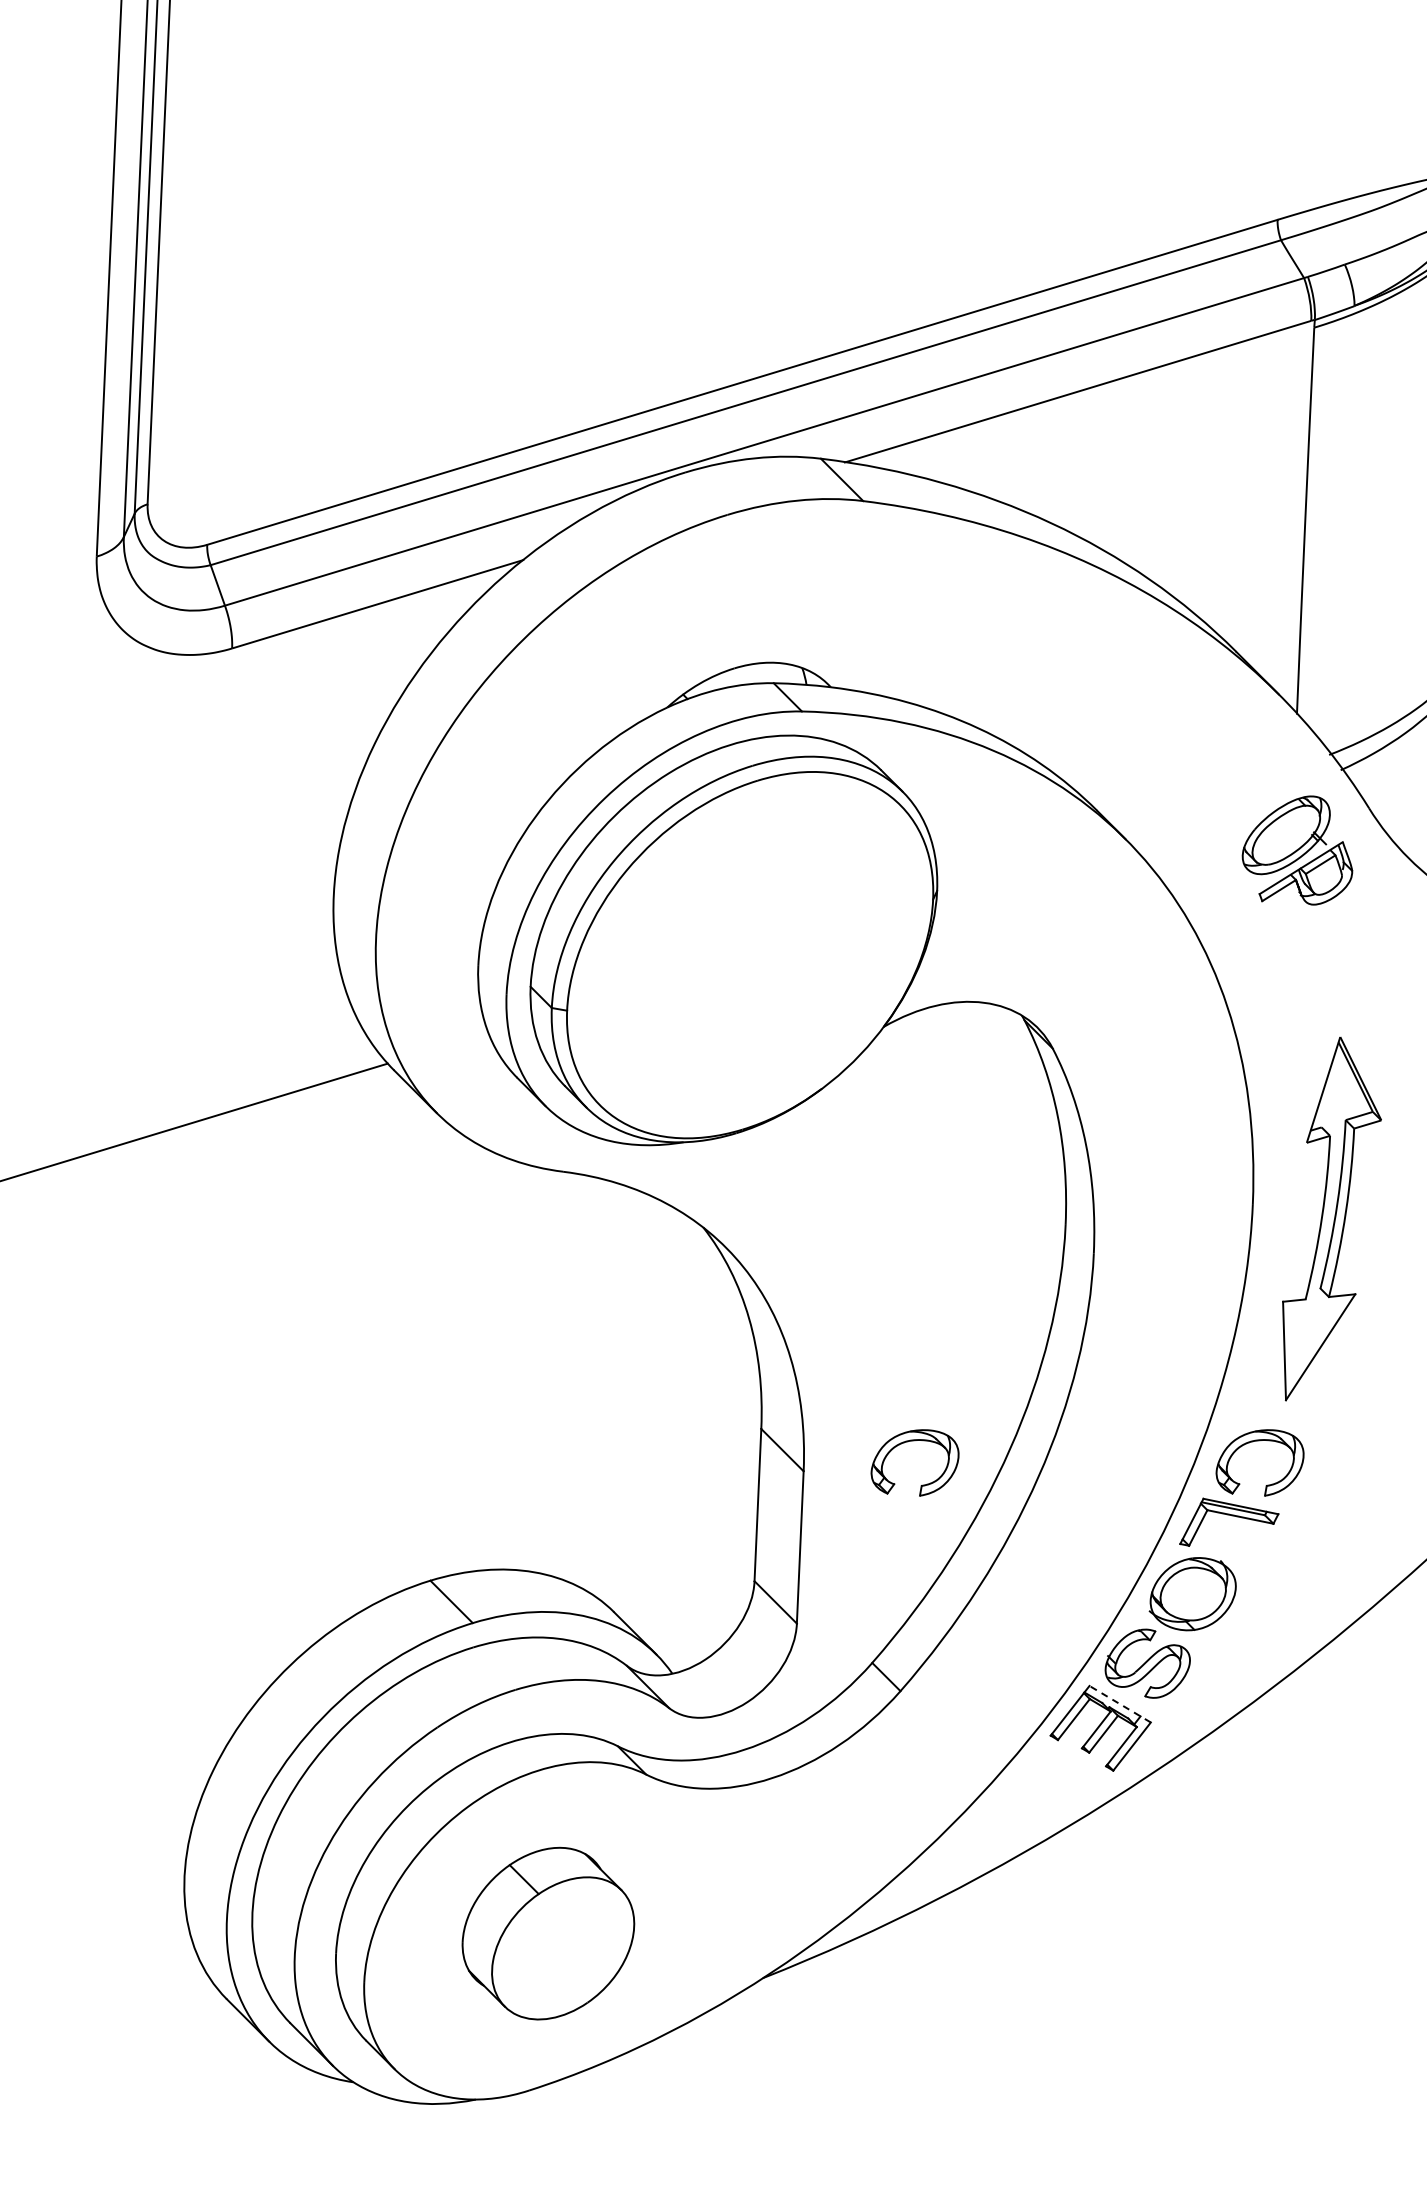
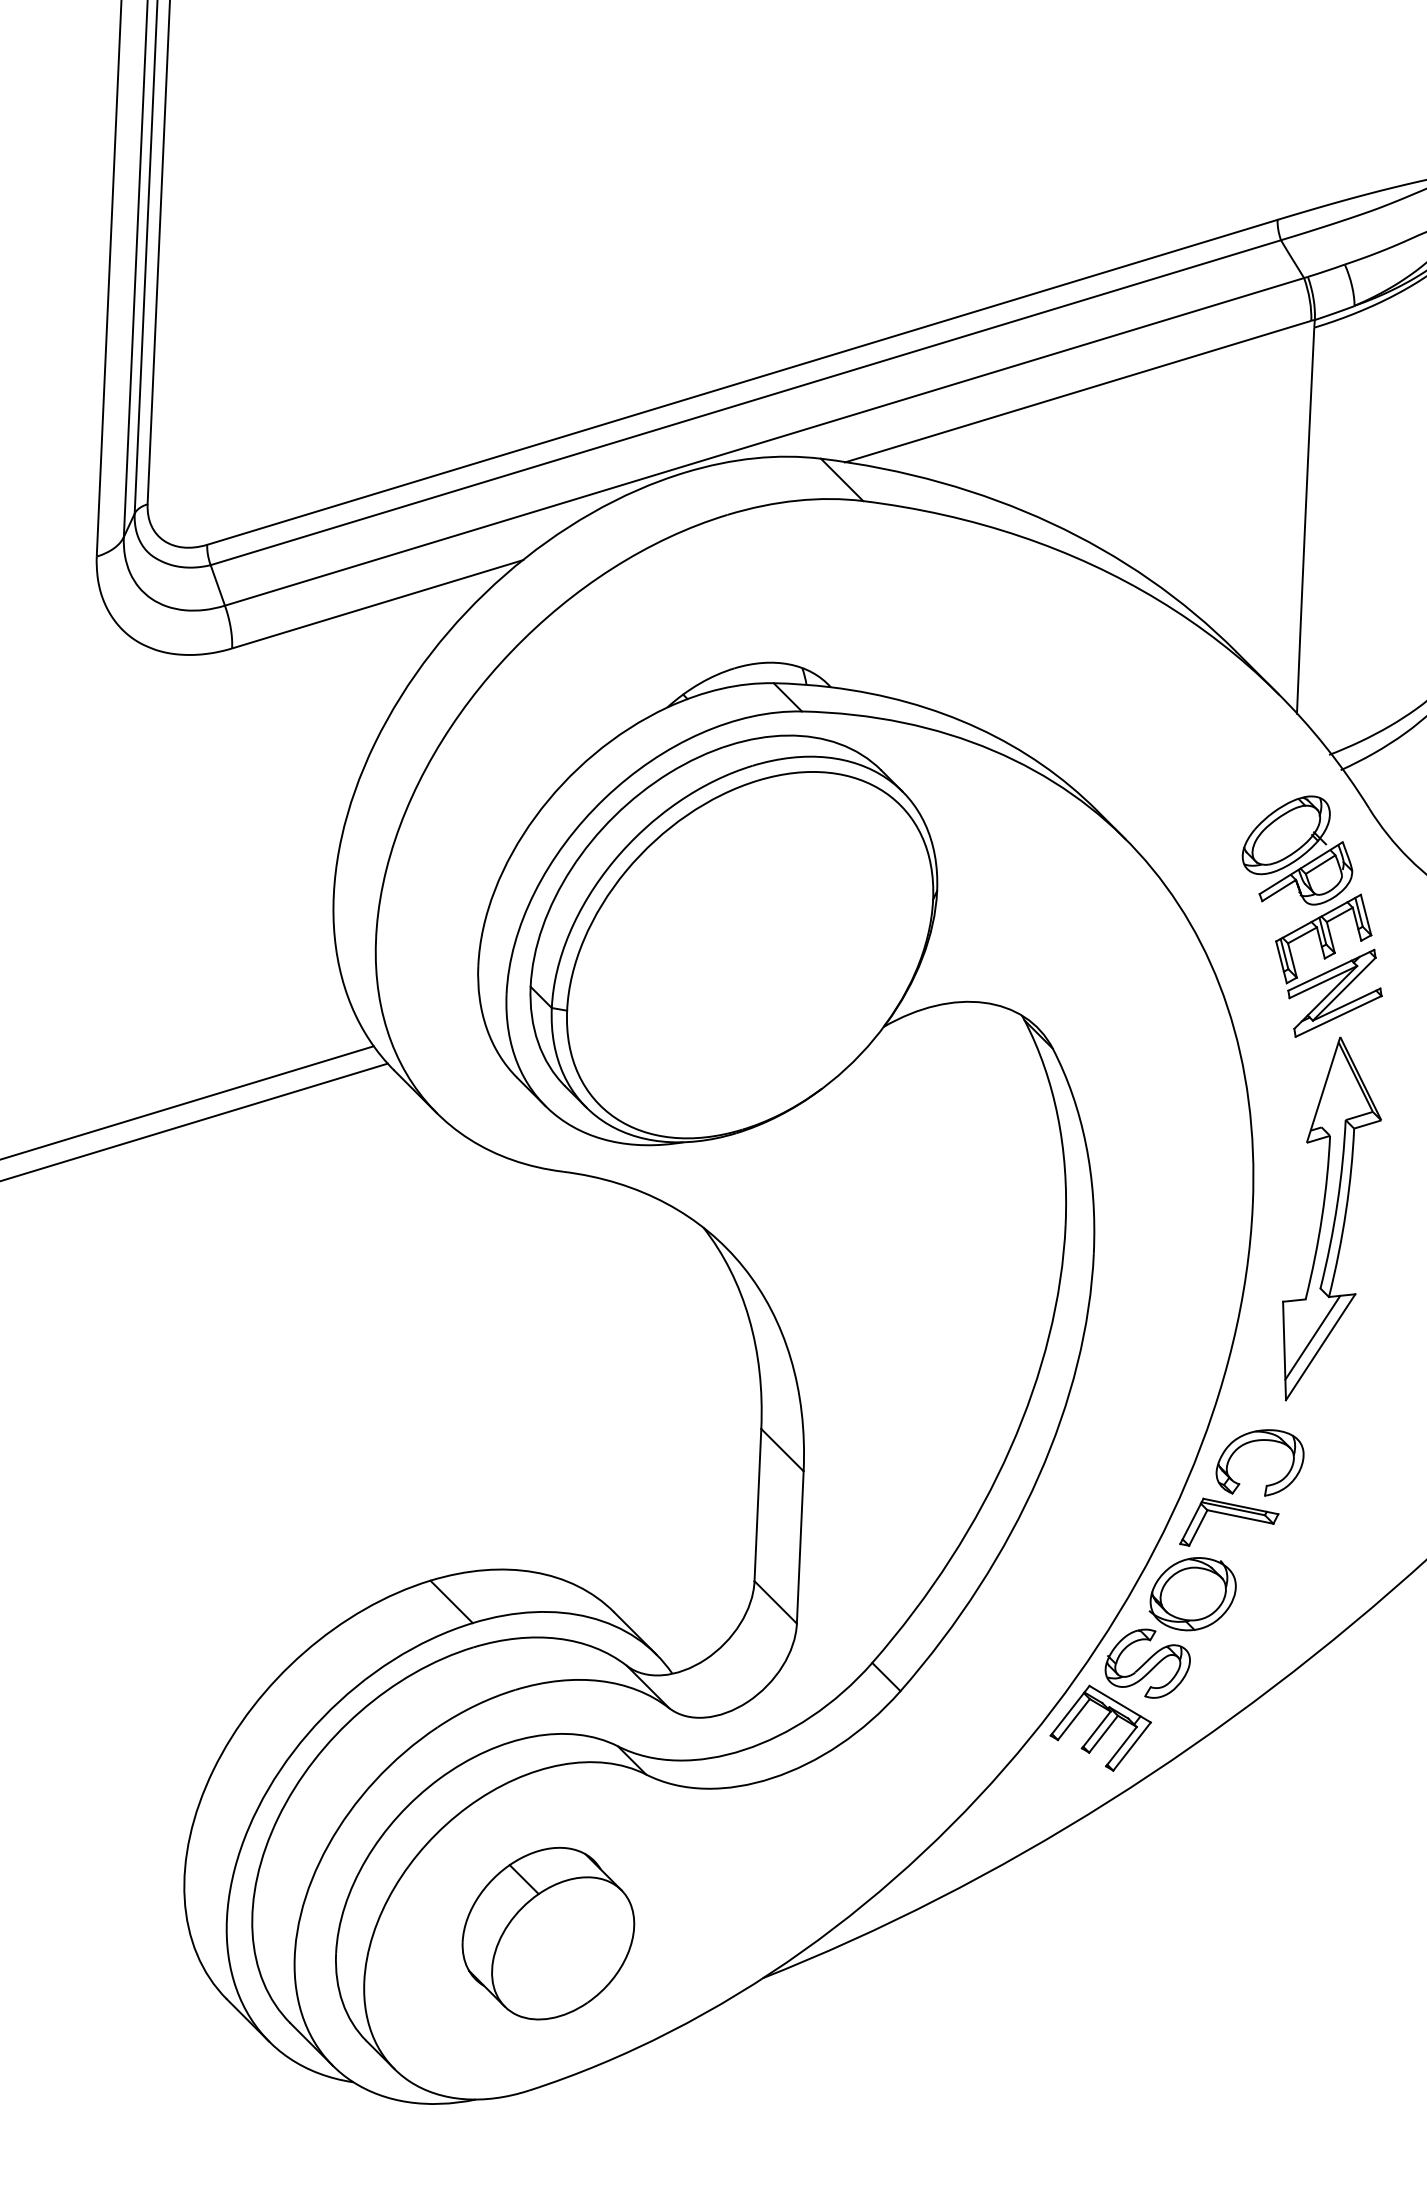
part at (1328, 965): none -> present
line at (187, 1102): none -> present
line at (1312, 1337): none -> present
part at (914, 1441): present -> none
line at (1120, 1704): dashed -> solid
